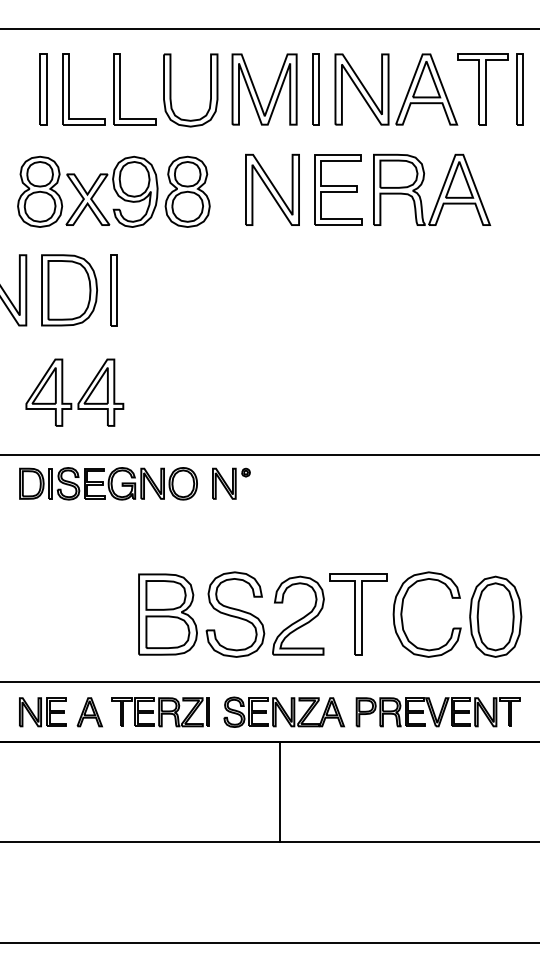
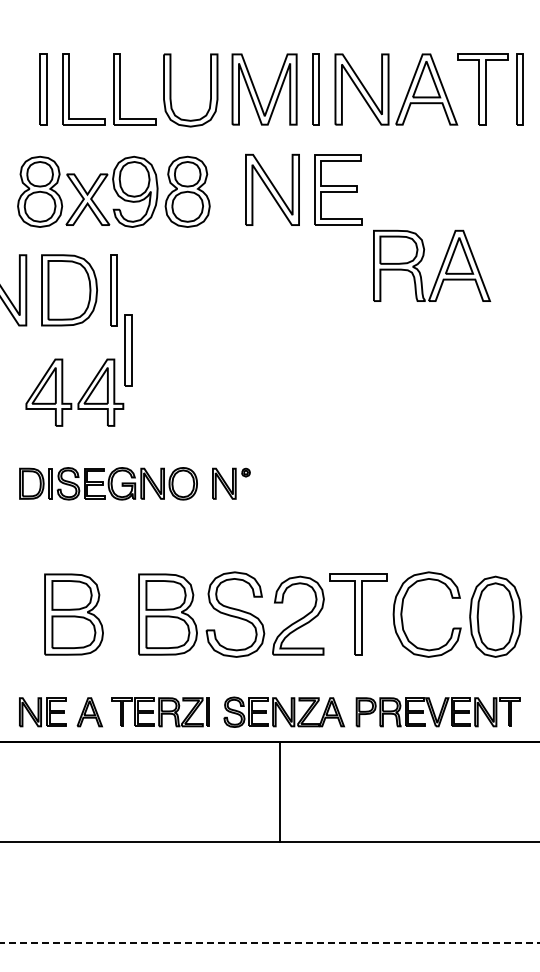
line at (269, 29): present -> none
part at (439, 193) position: (439, 193) -> (439, 269)
part at (128, 350): none -> present
line at (269, 454): present -> none
part at (73, 614): none -> present
line at (269, 681): present -> none
line at (270, 942): solid -> dashed
